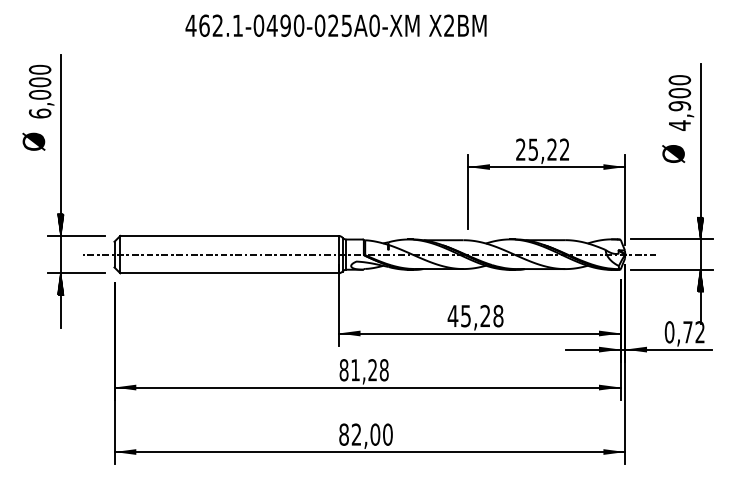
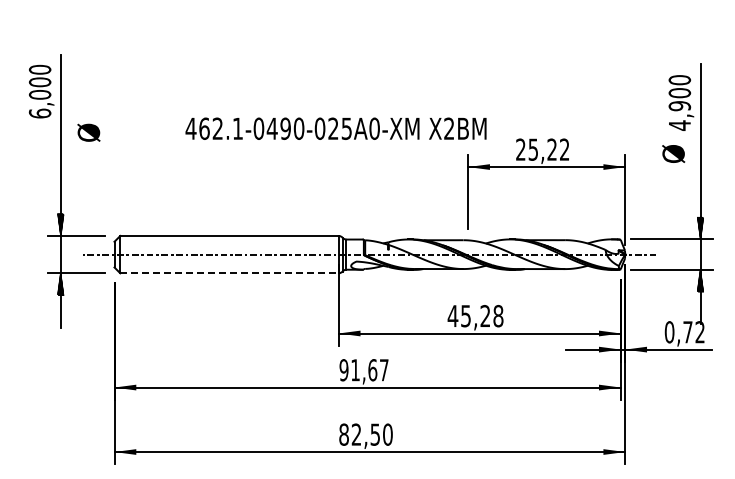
text at (335, 25) position: (335, 25) -> (335, 128)
text at (33, 141) position: (33, 141) -> (88, 132)
line at (230, 273): solid -> dashed
text at (363, 370): 81,28 -> 91,67
text at (375, 434): 82,00 -> 82,50
